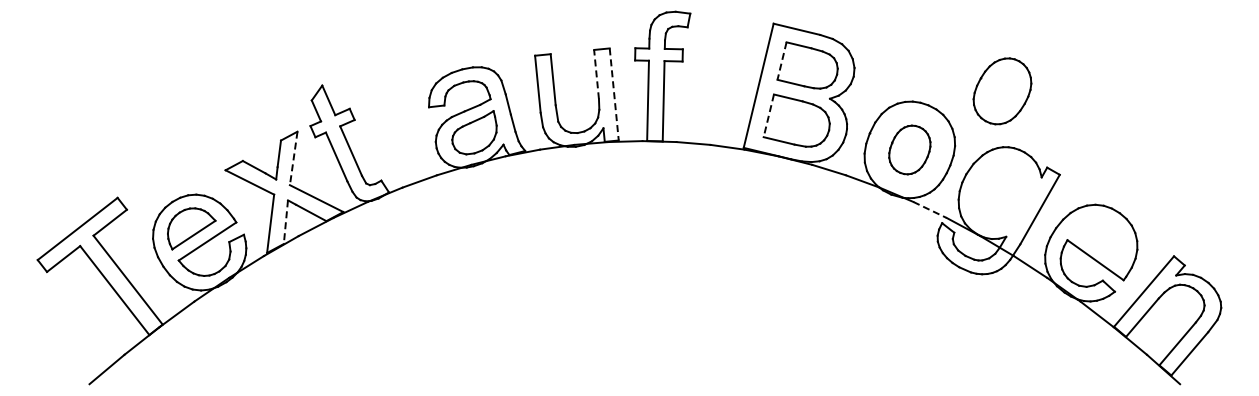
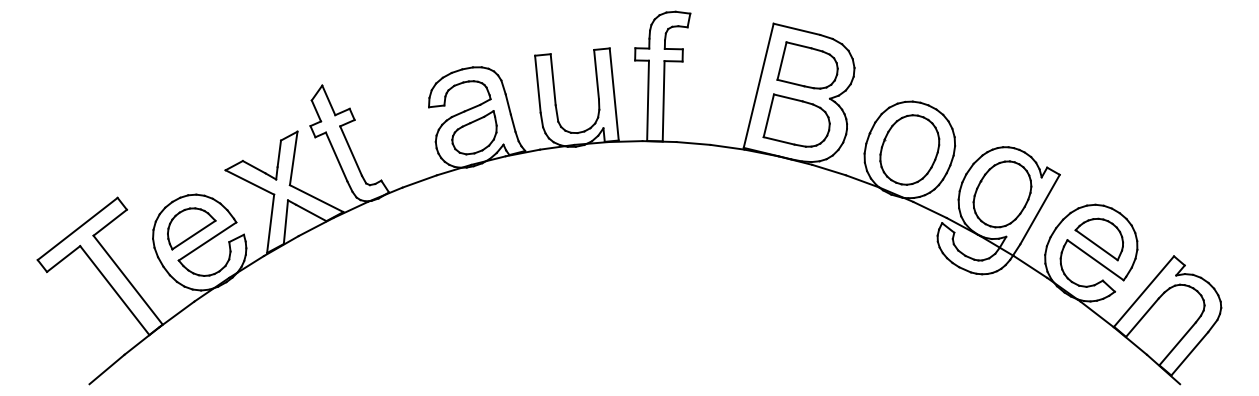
line at (781, 61): dashed -> solid
line at (596, 74): dashed -> solid
part at (1002, 91) position: (1002, 91) -> (1002, 194)
line at (614, 94): dashed -> solid
line at (768, 115): dashed -> solid
part at (909, 149) size: 44x52 px -> 62x72 px
line at (293, 158): dashed -> solid
line at (930, 209): dashed -> solid
line at (285, 222): dashed -> solid
part at (1098, 239): none -> present
